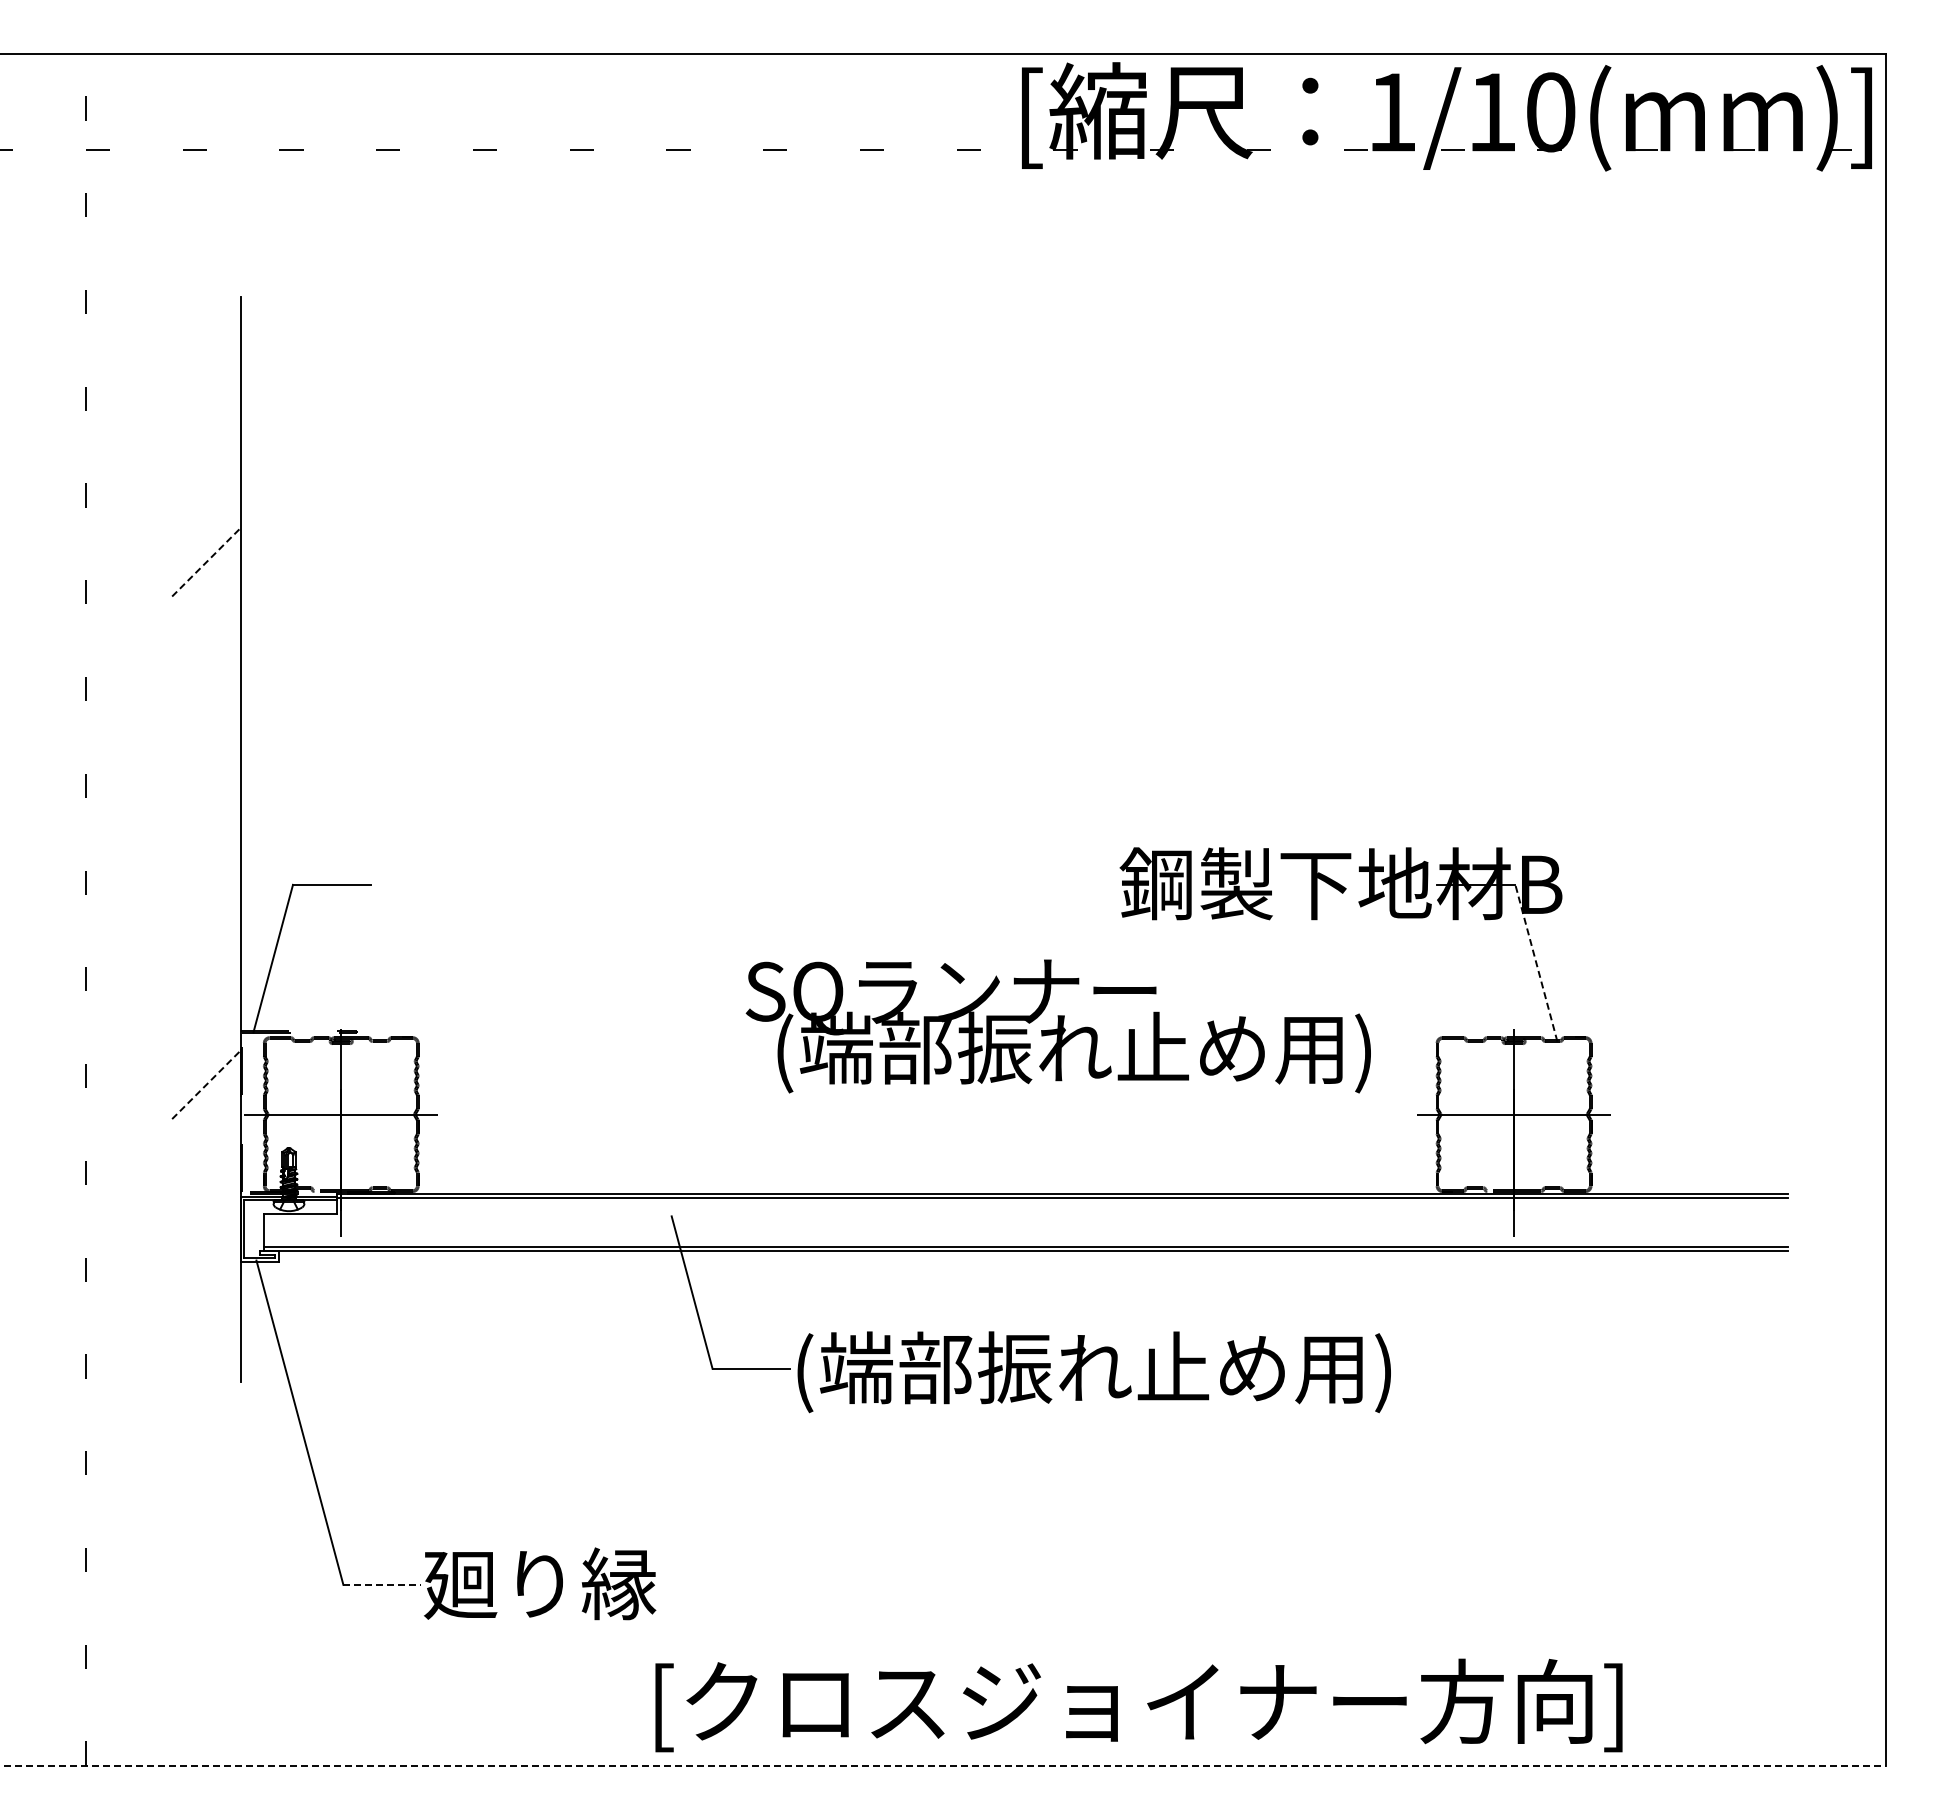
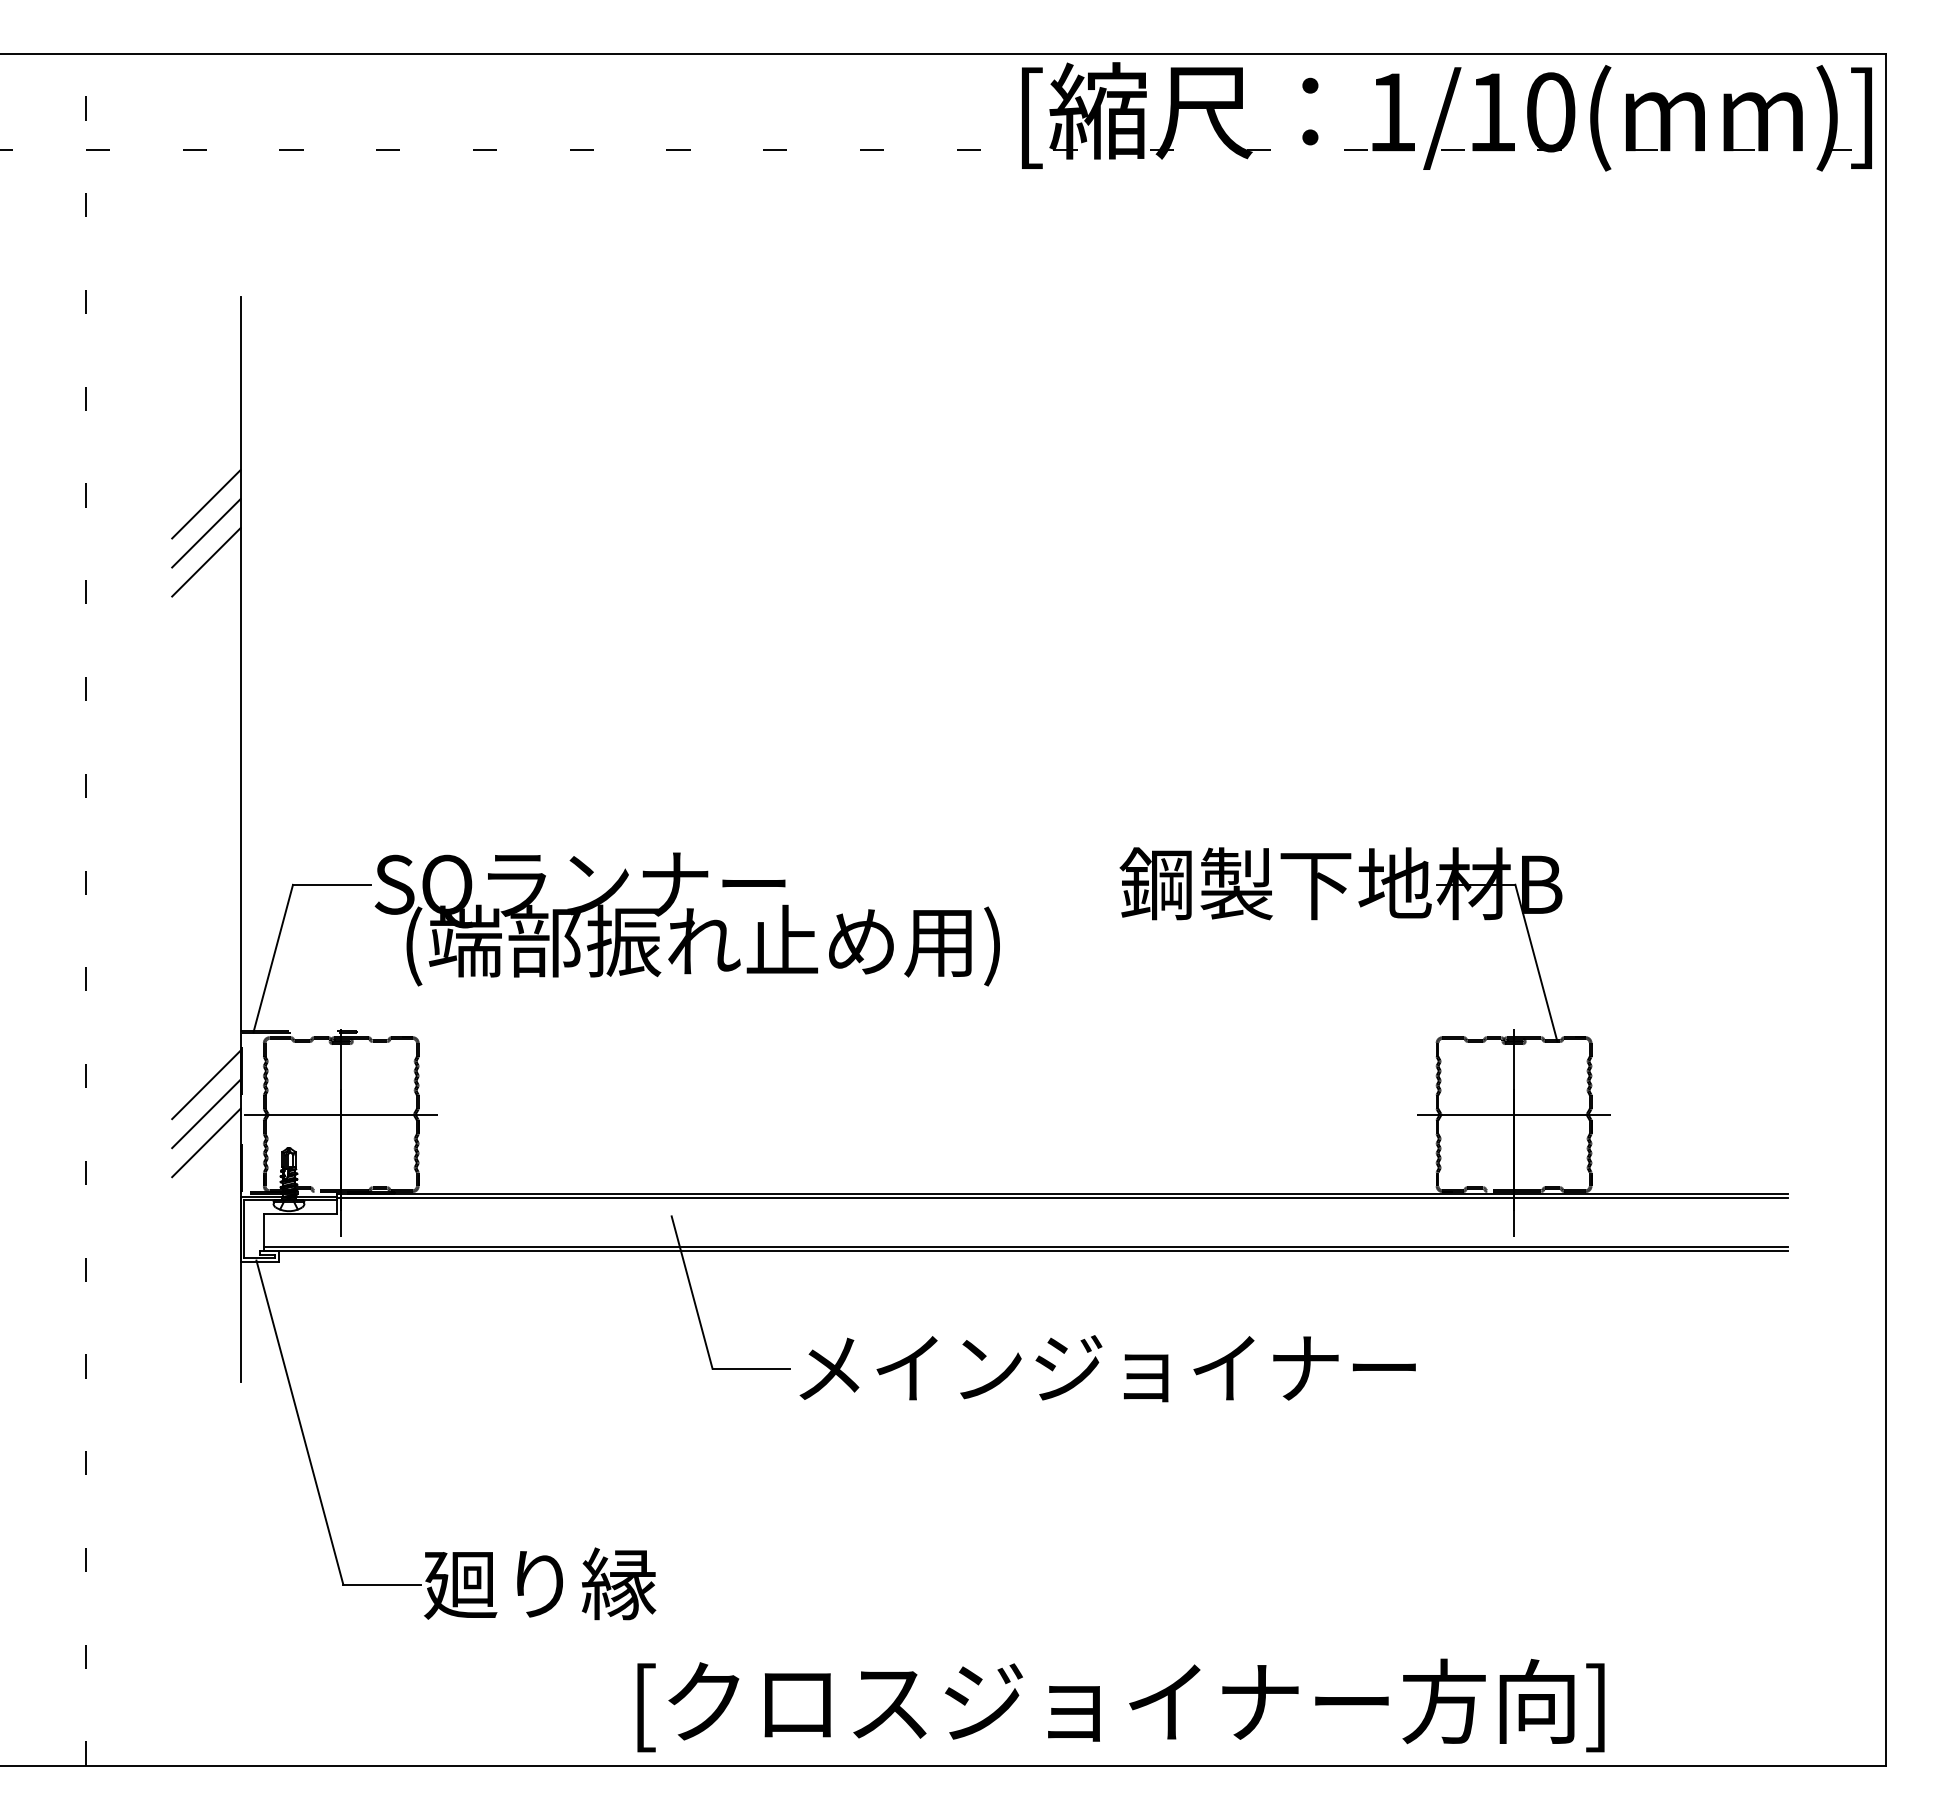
line at (206, 504): none -> present
line at (206, 533): none -> present
line at (206, 561): dashed -> solid
line at (1536, 962): dashed -> solid
text at (1057, 1026) position: (1057, 1026) -> (686, 919)
line at (206, 1084): dashed -> solid
line at (206, 1113): none -> present
line at (206, 1142): none -> present
text at (1106, 1372): (端部振れ止め用) -> メインジョイナー
line at (382, 1584): dashed -> solid
text at (1138, 1705) position: (1138, 1705) -> (1120, 1705)
line at (943, 1765): dashed -> solid
